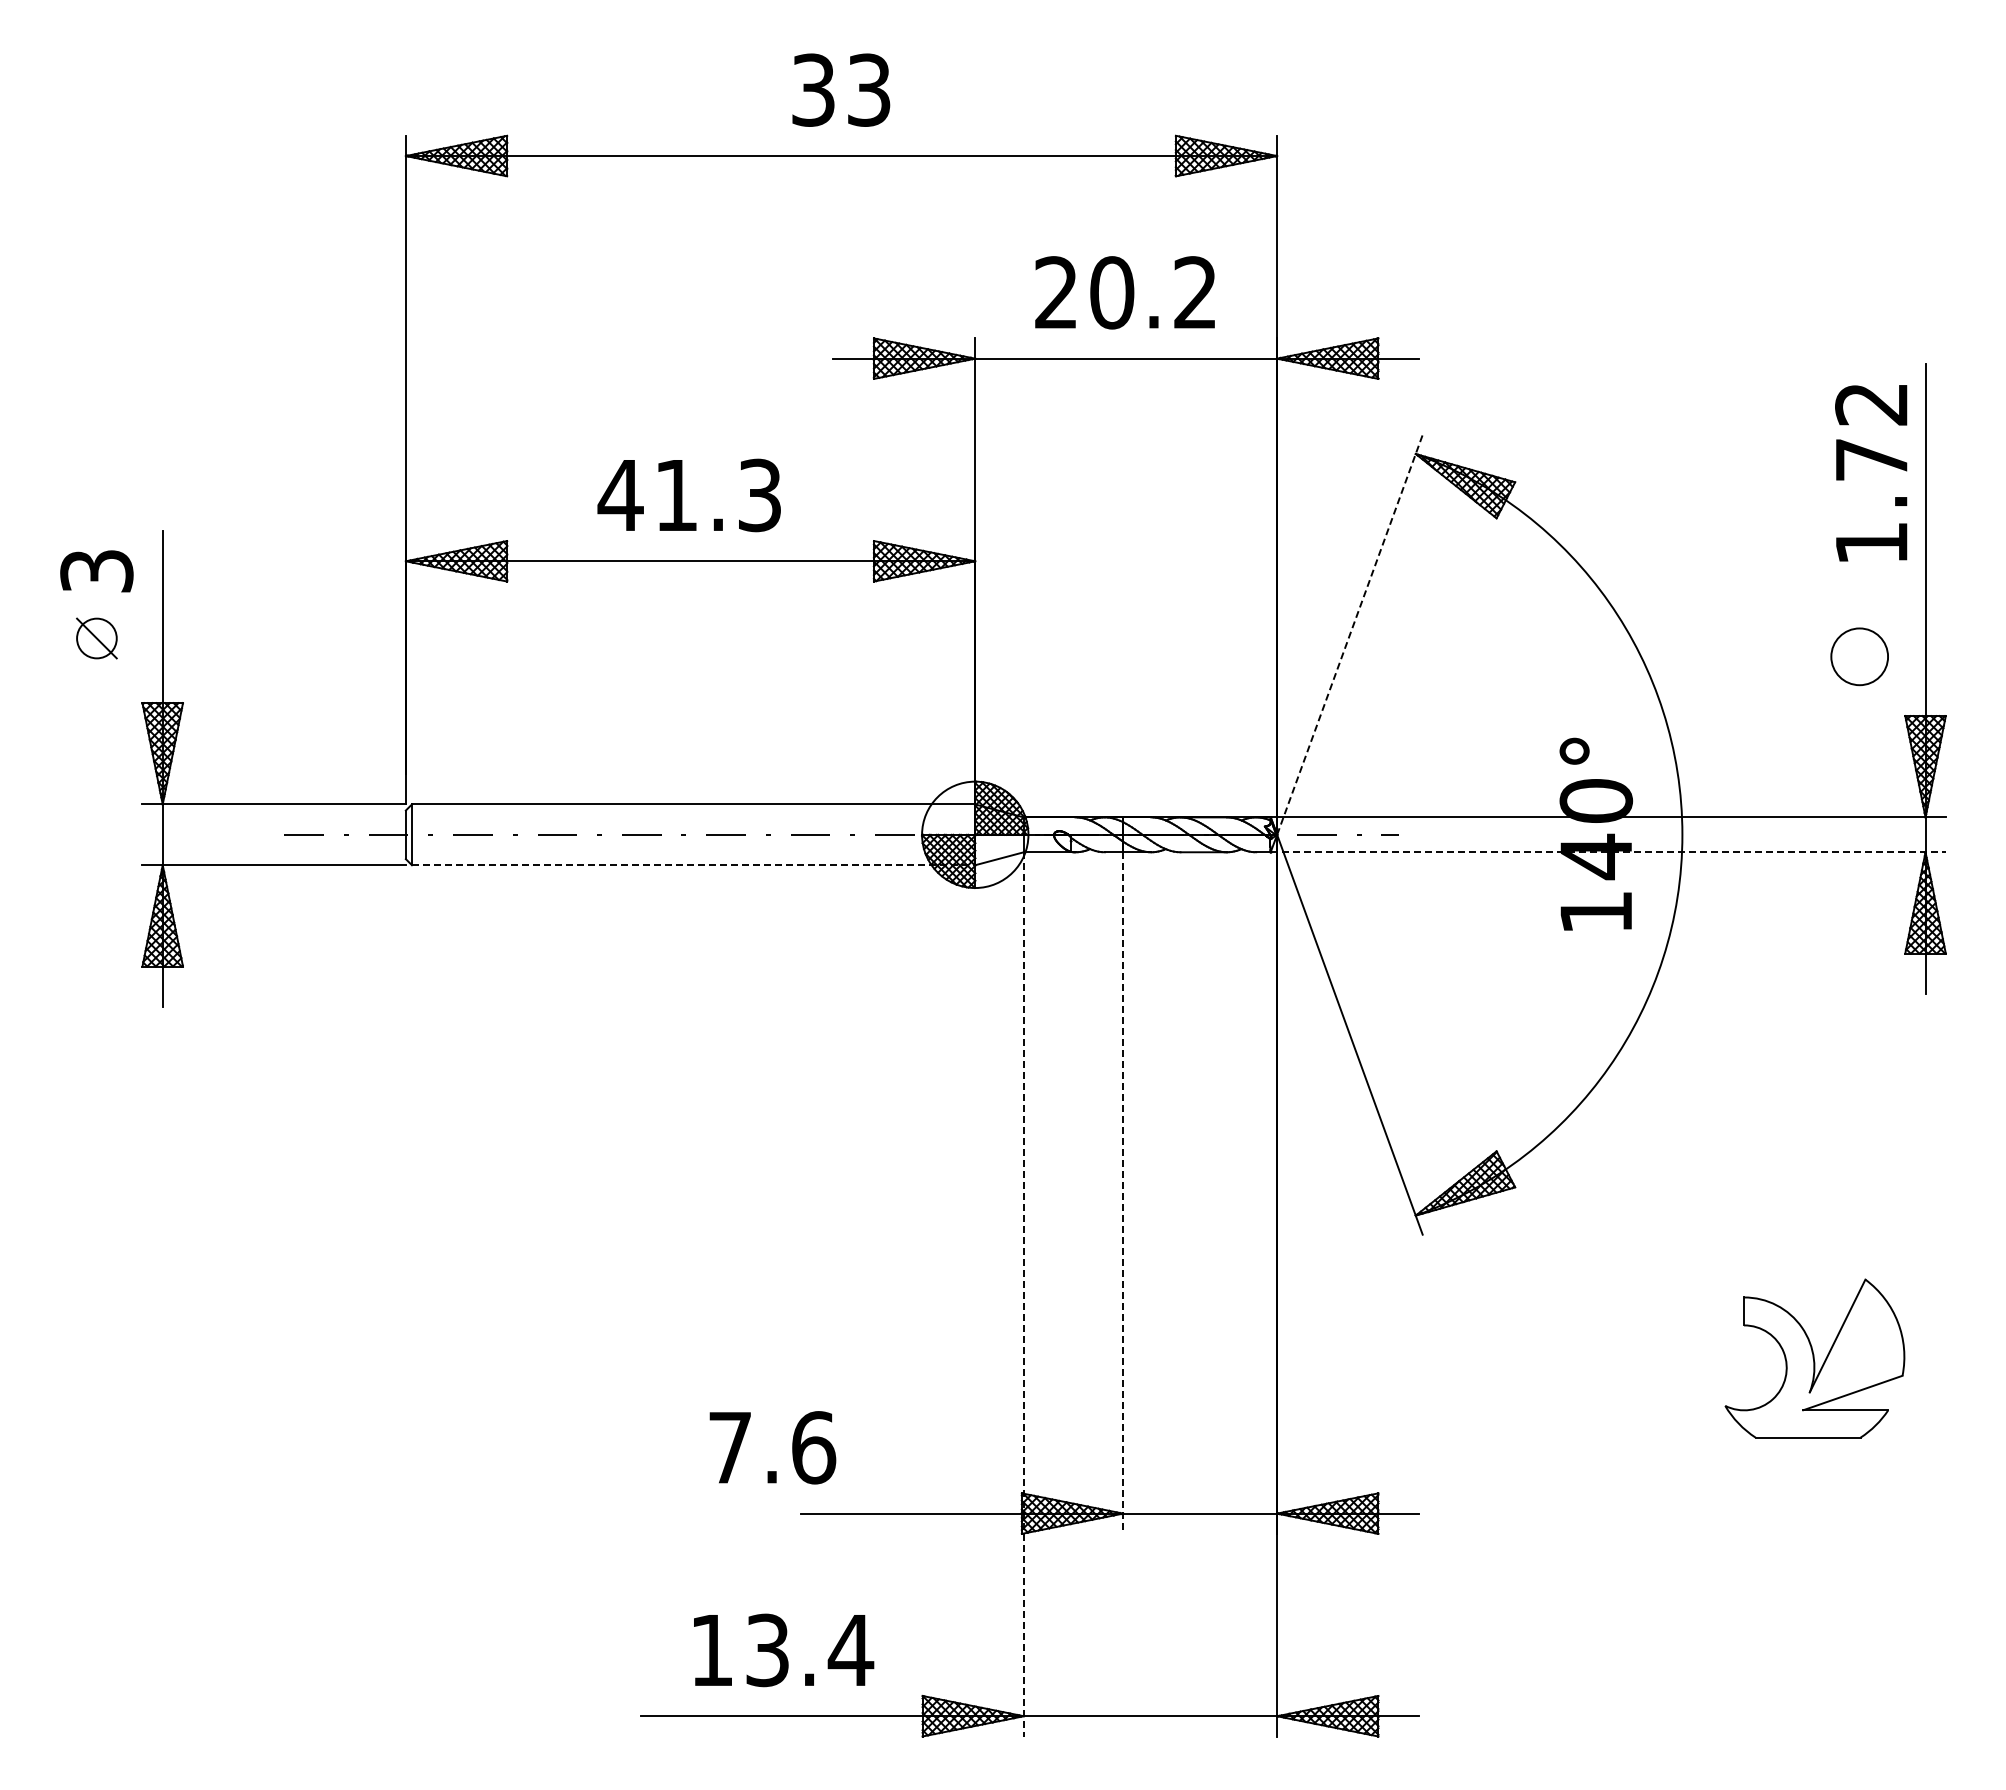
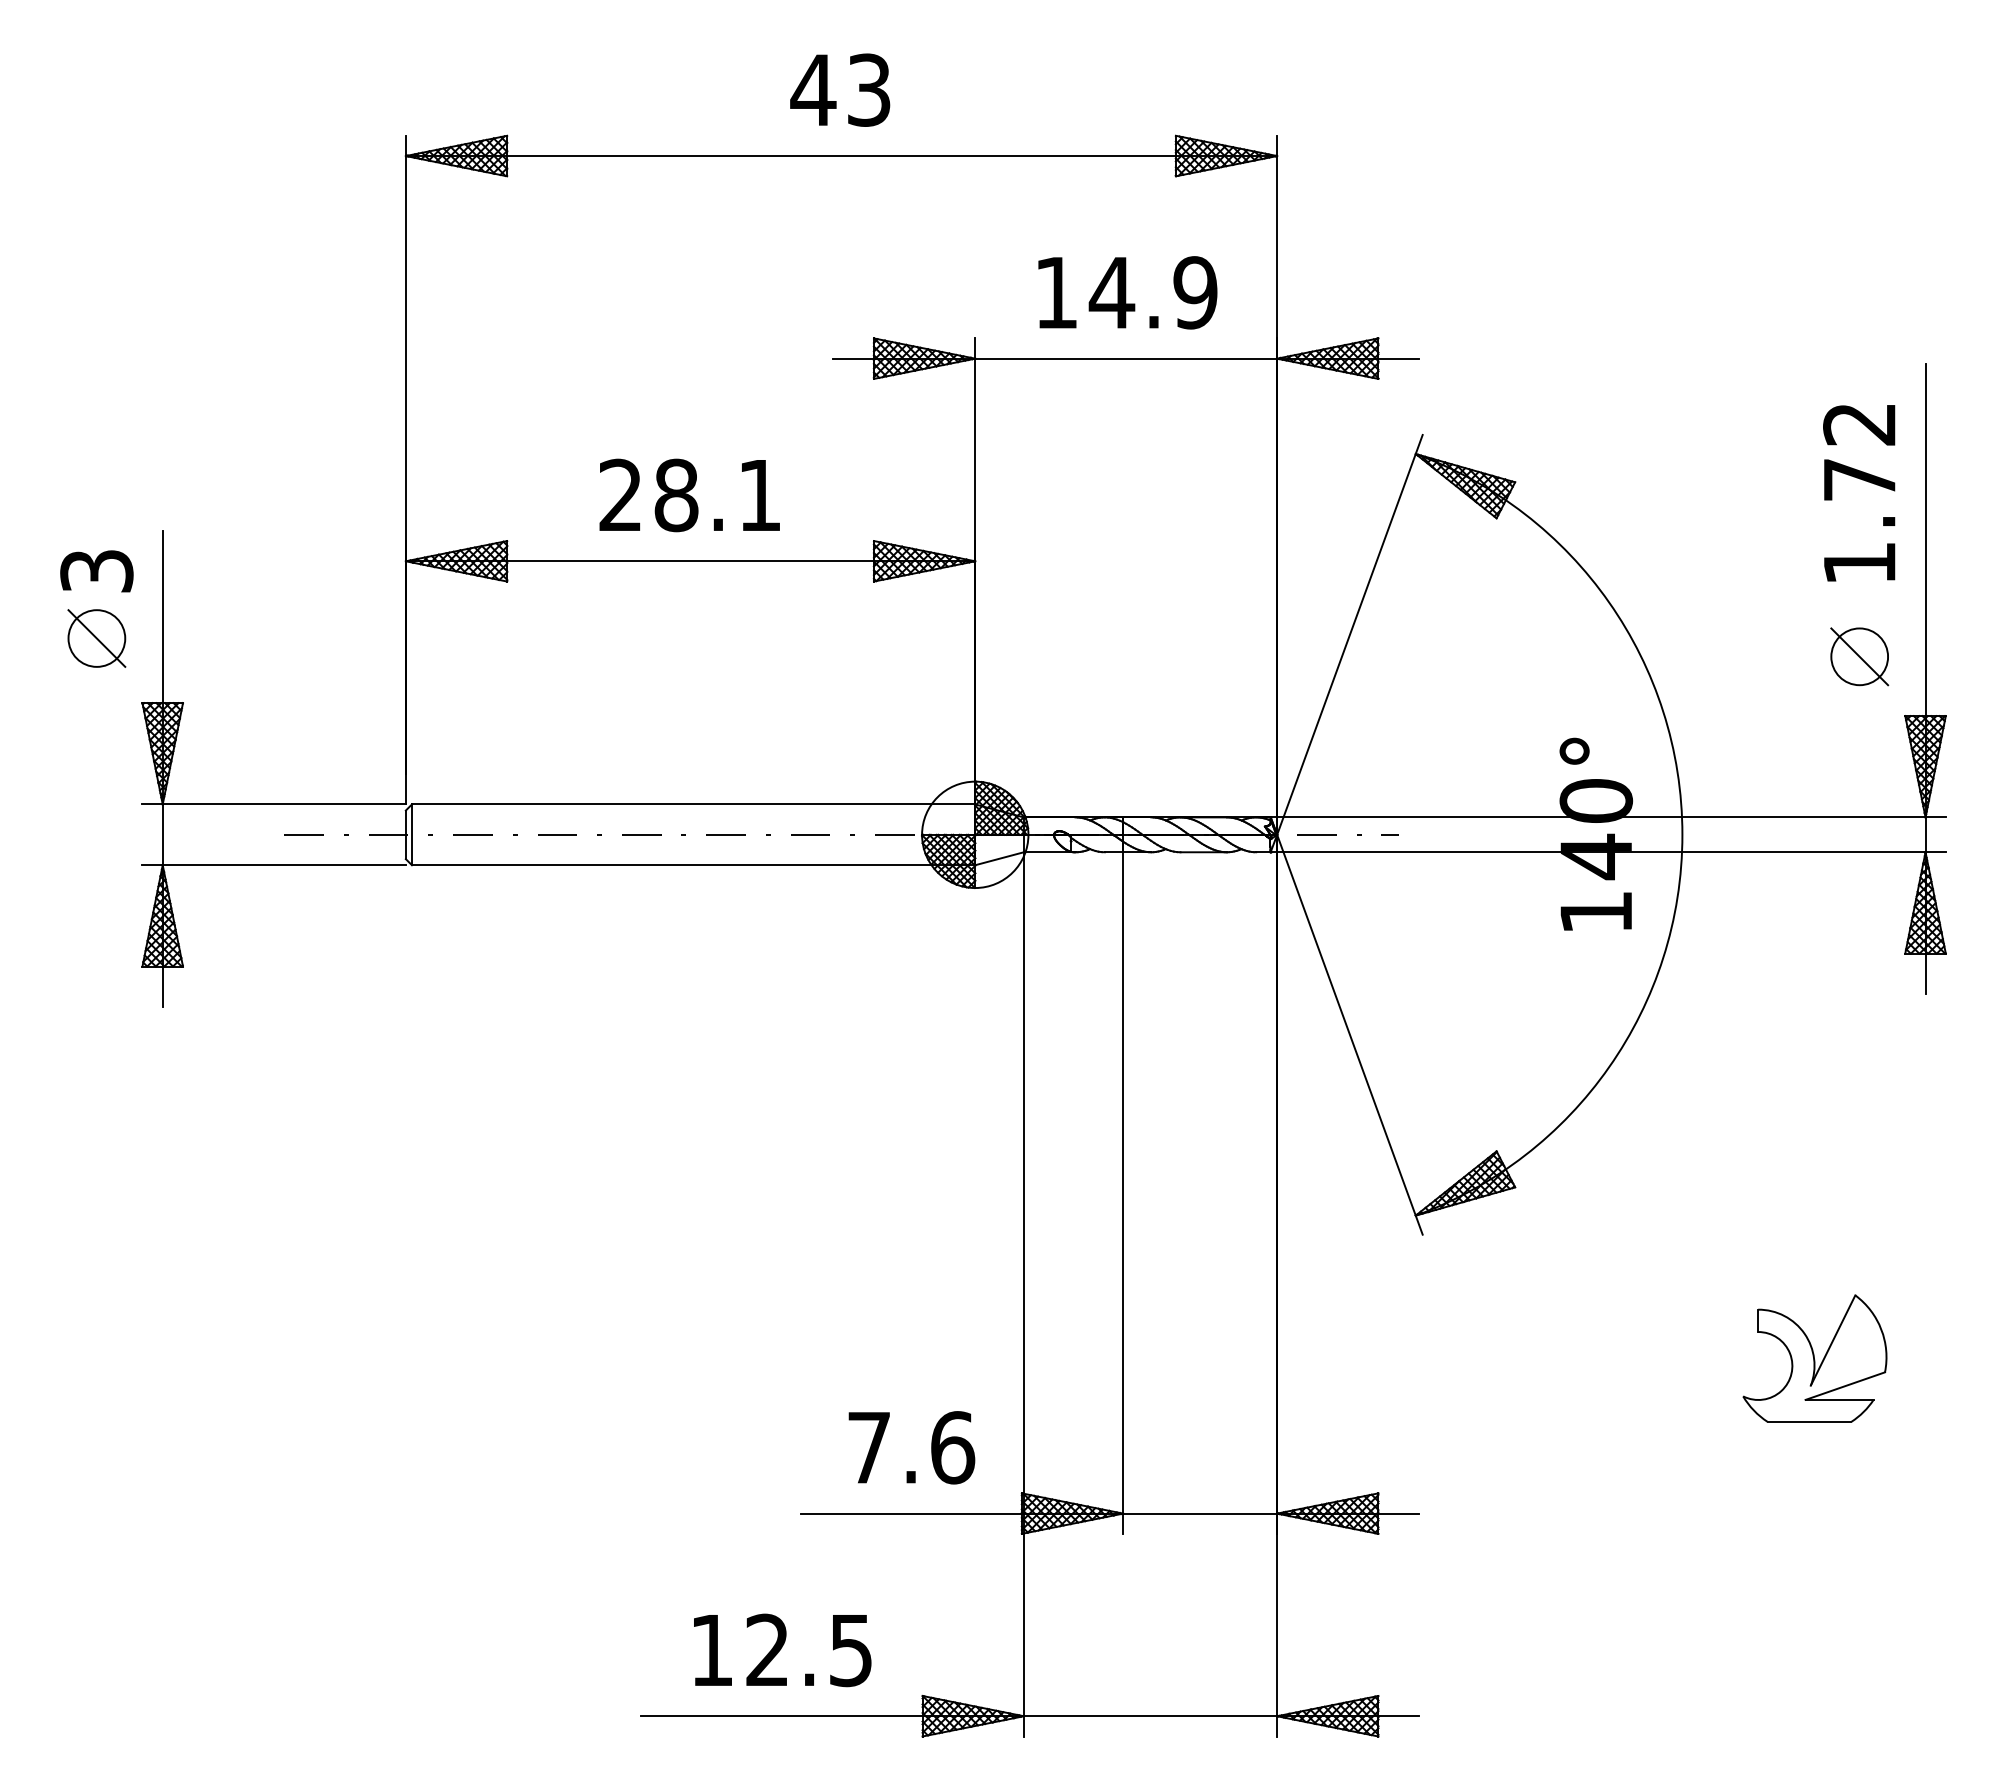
text at (813, 89): 33 -> 43
text at (1126, 292): 20.2 -> 14.9
text at (1871, 473) position: (1871, 473) -> (1859, 493)
text at (688, 495): 41.3 -> 28.1
line at (1349, 634): dashed -> solid
part at (96, 638) size: 42x43 px -> 60x59 px
line at (1859, 656): none -> present
line at (1608, 852): dashed -> solid
line at (693, 865): dashed -> solid
line at (1123, 1193): dashed -> solid
line at (1023, 1294): dashed -> solid
part at (1814, 1358) size: 182x161 px -> 146x129 px
text at (772, 1447) position: (772, 1447) -> (911, 1447)
text at (810, 1650): 13.4 -> 12.5
